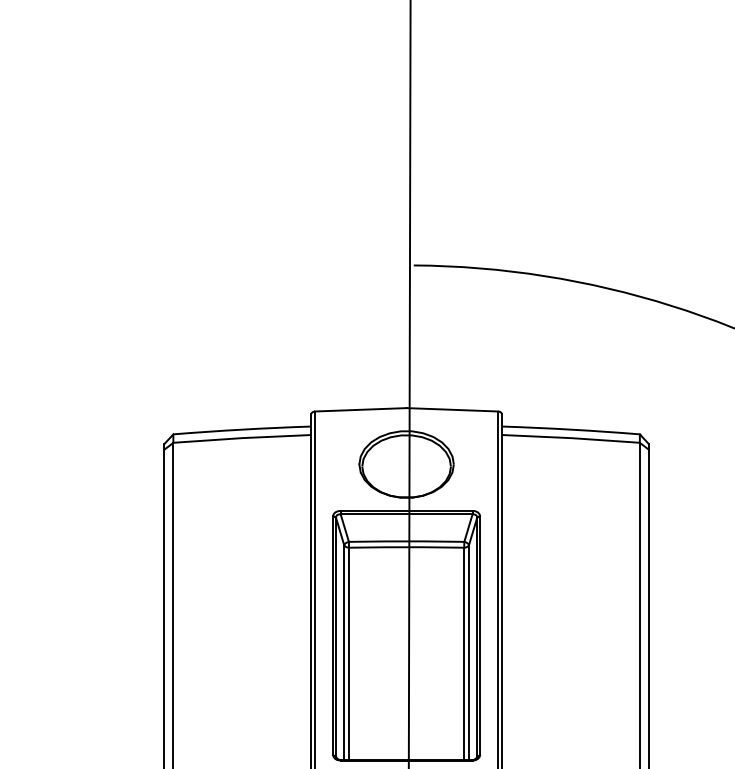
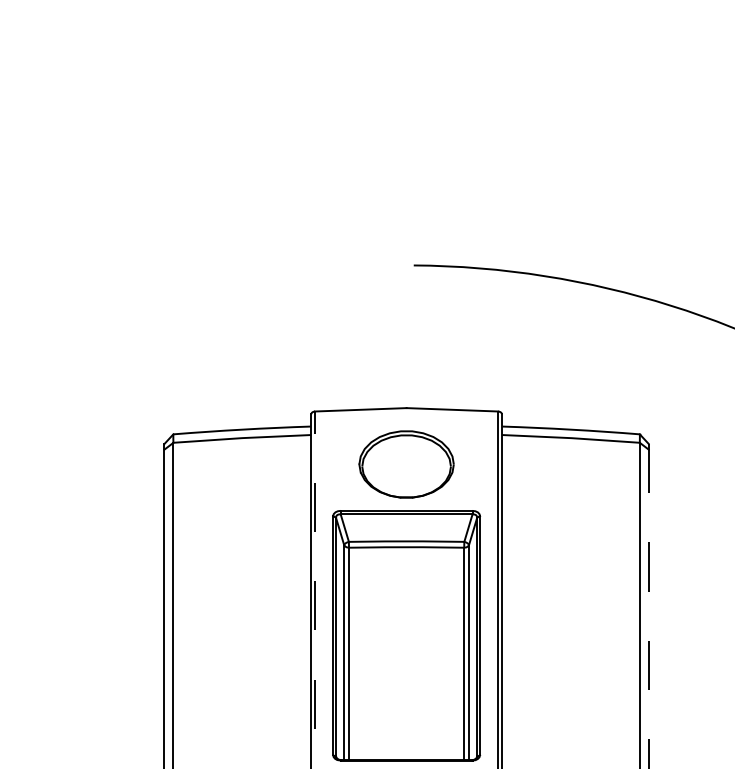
line at (409, 383): present -> none
line at (315, 589): solid -> dashed
line at (648, 606): solid -> dashed
